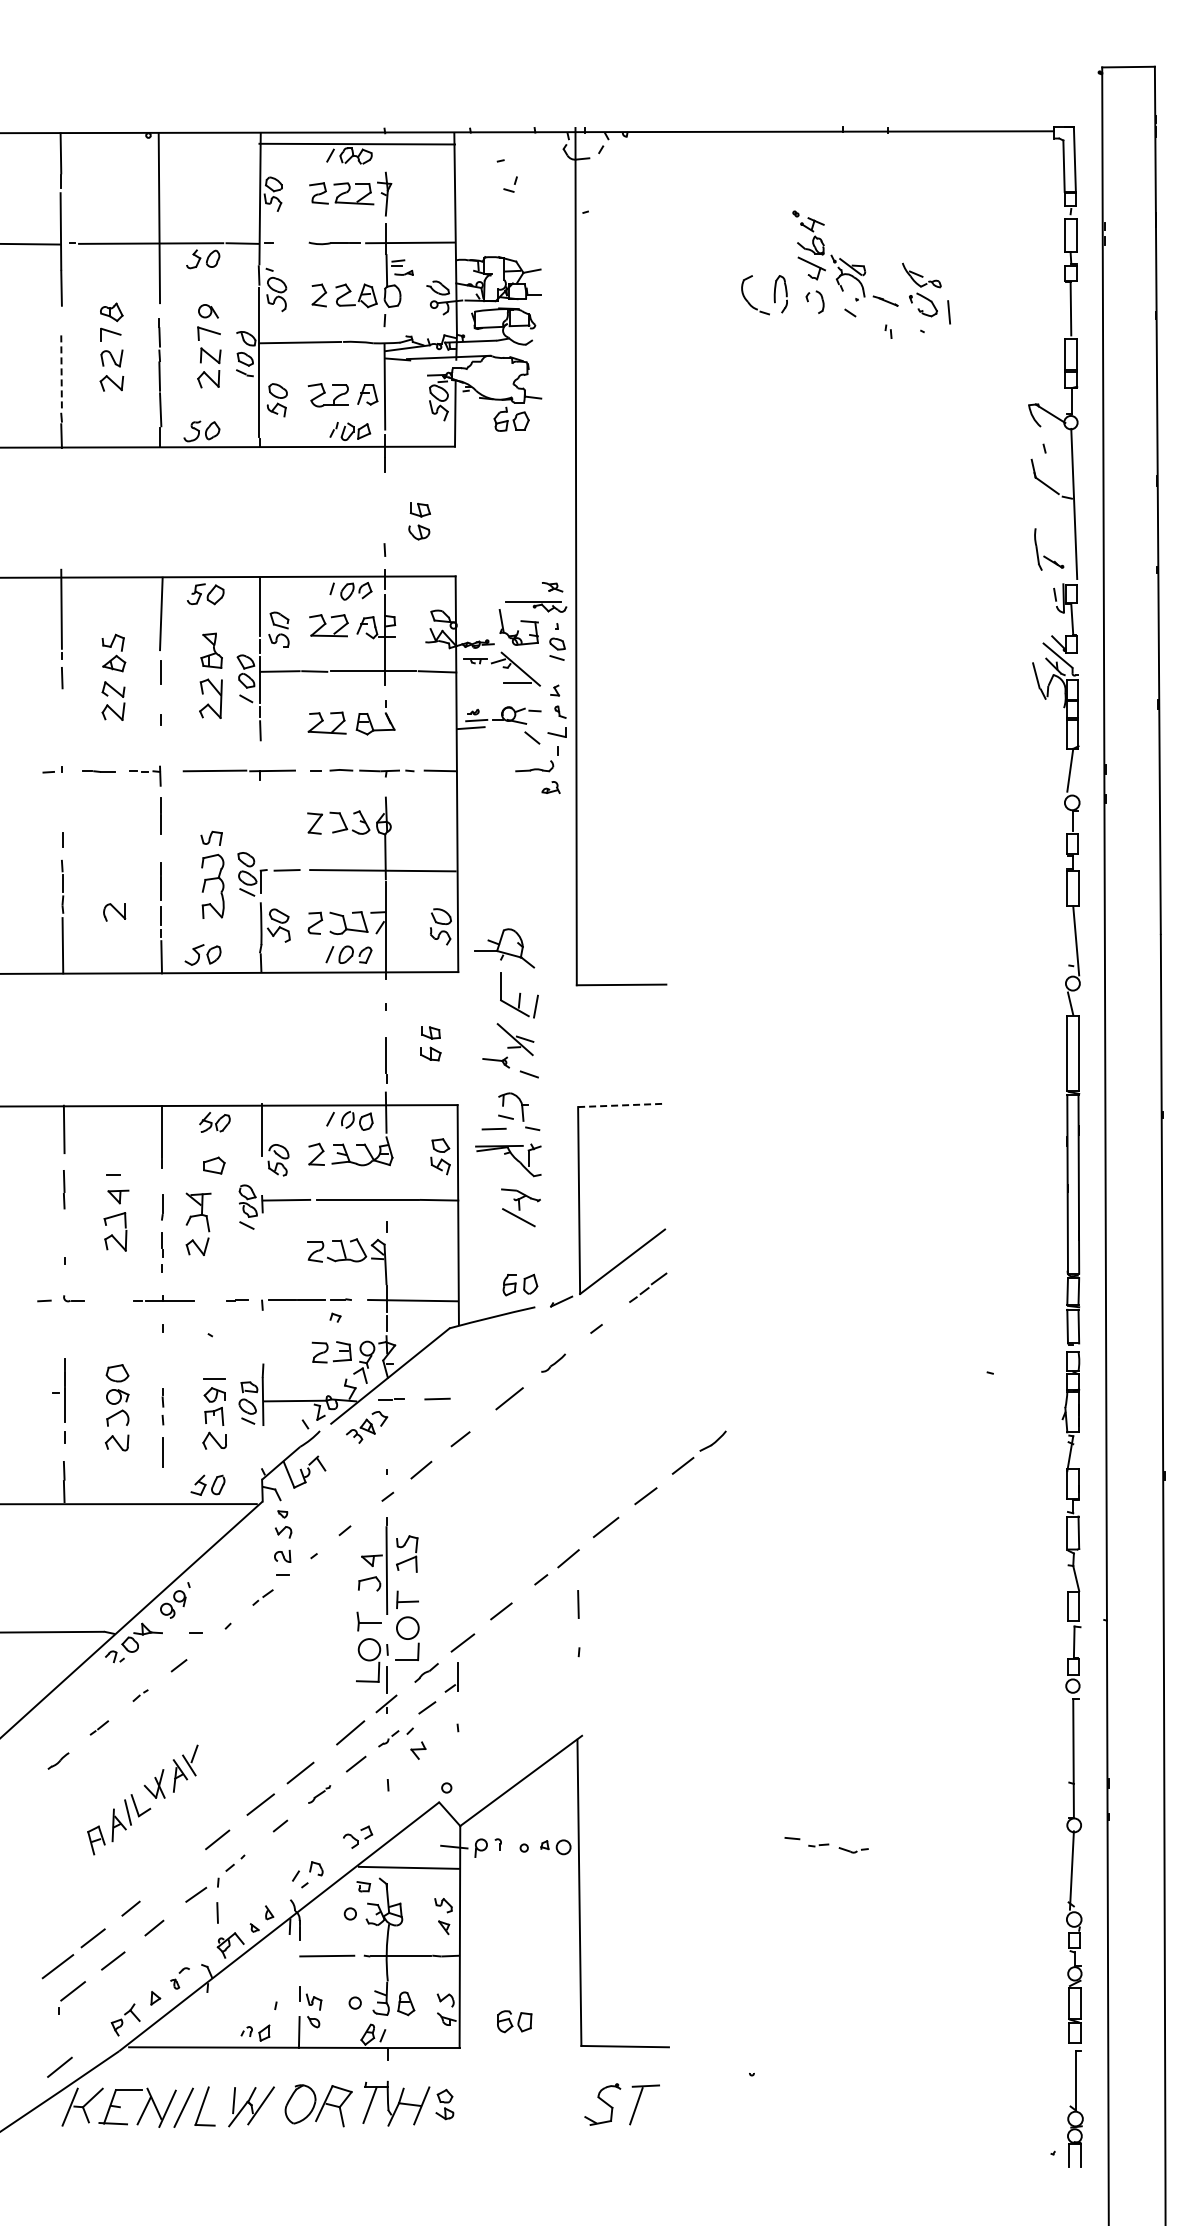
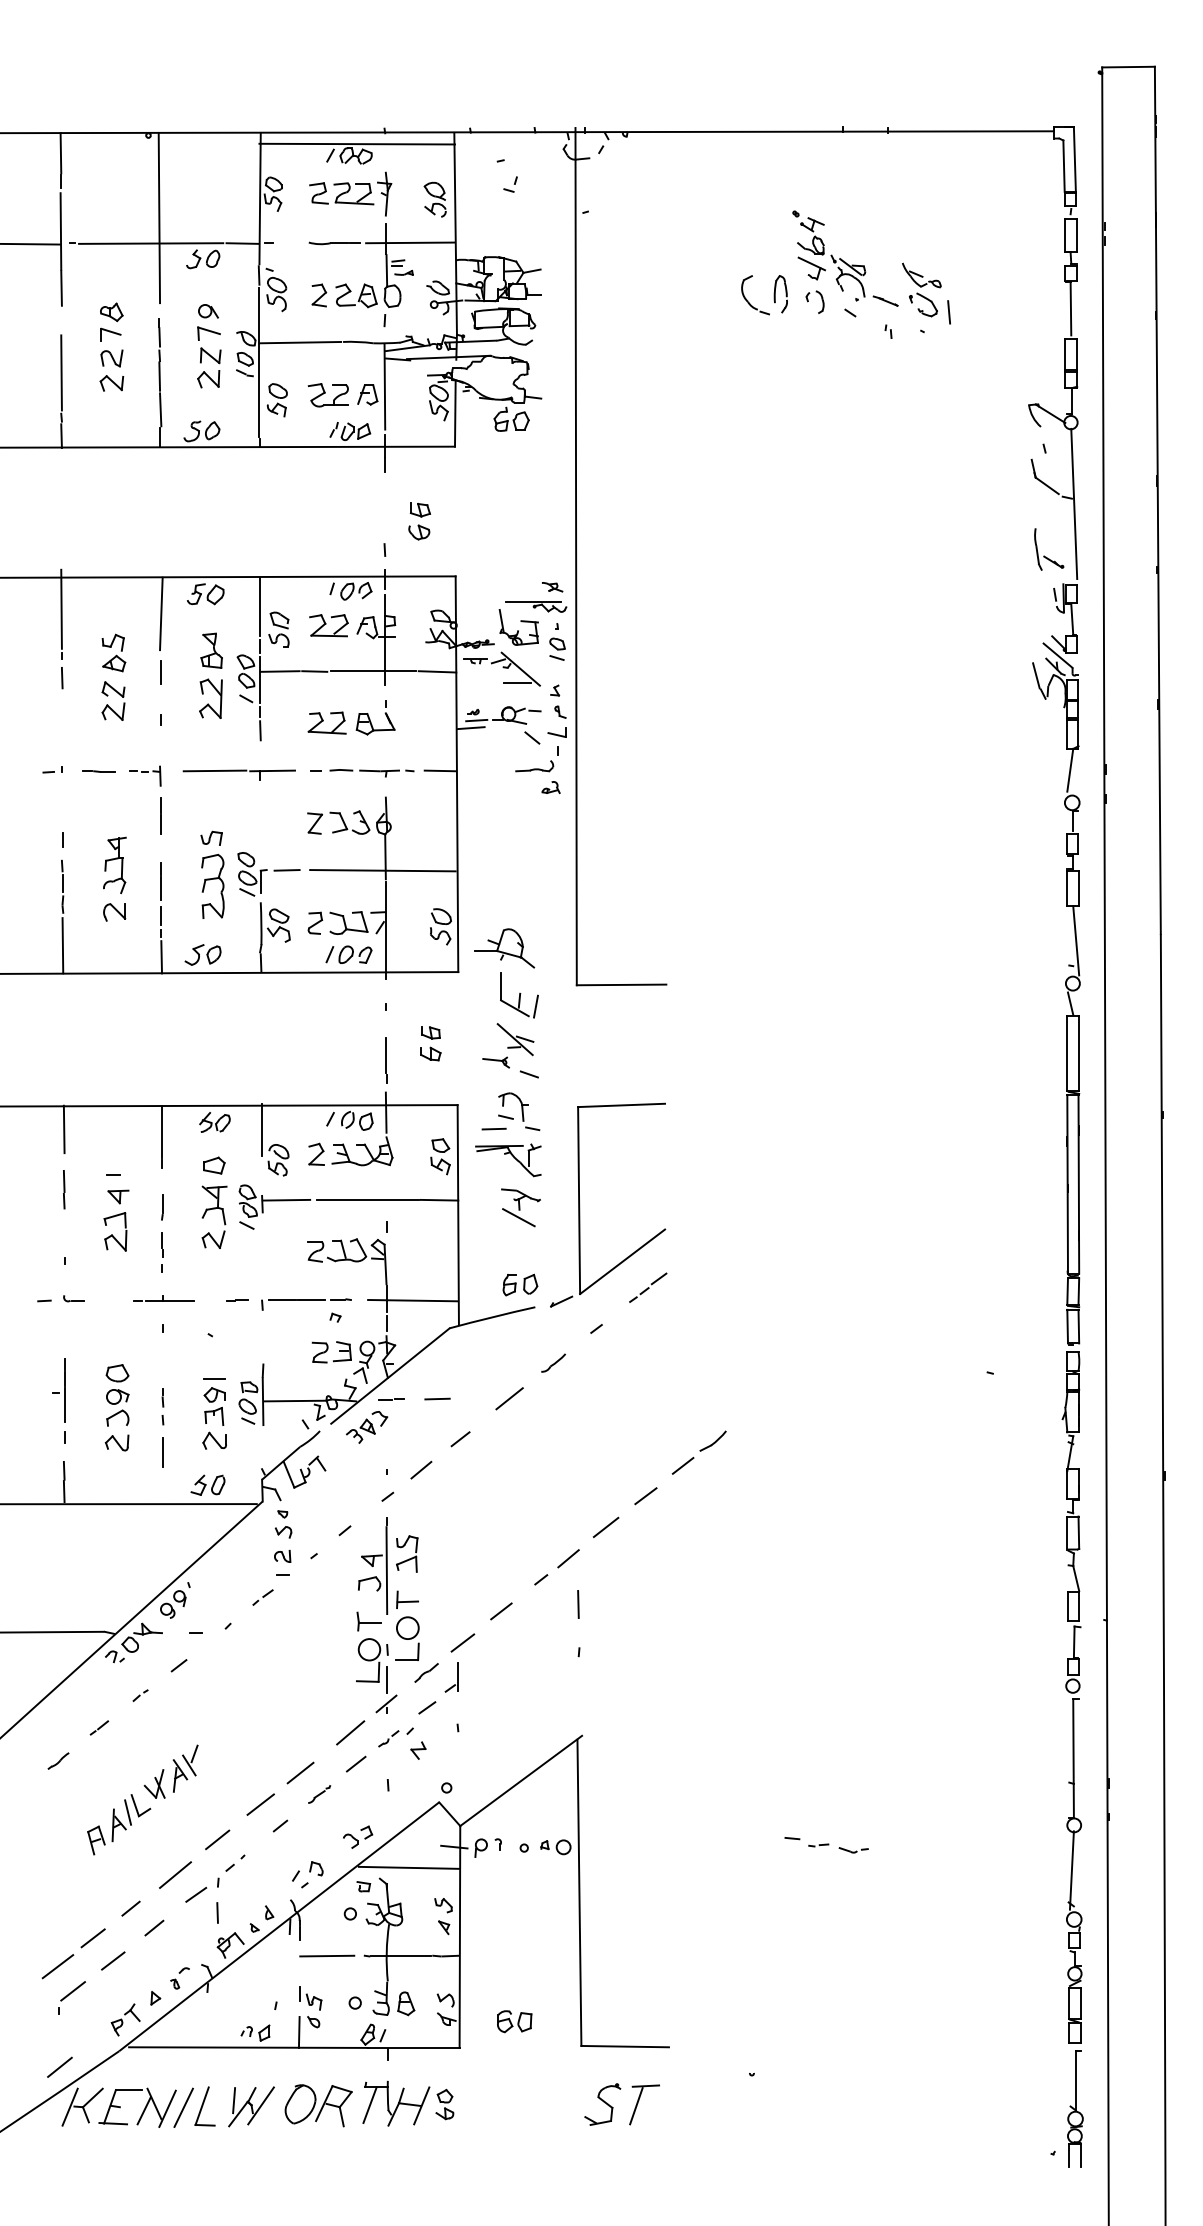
part at (434, 199): none -> present
line at (61, 372): dashed -> solid
part at (114, 865): none -> present
line at (622, 1105): dashed -> solid
part at (198, 1216) position: (198, 1216) -> (214, 1209)
line at (175, 1874): none -> present
